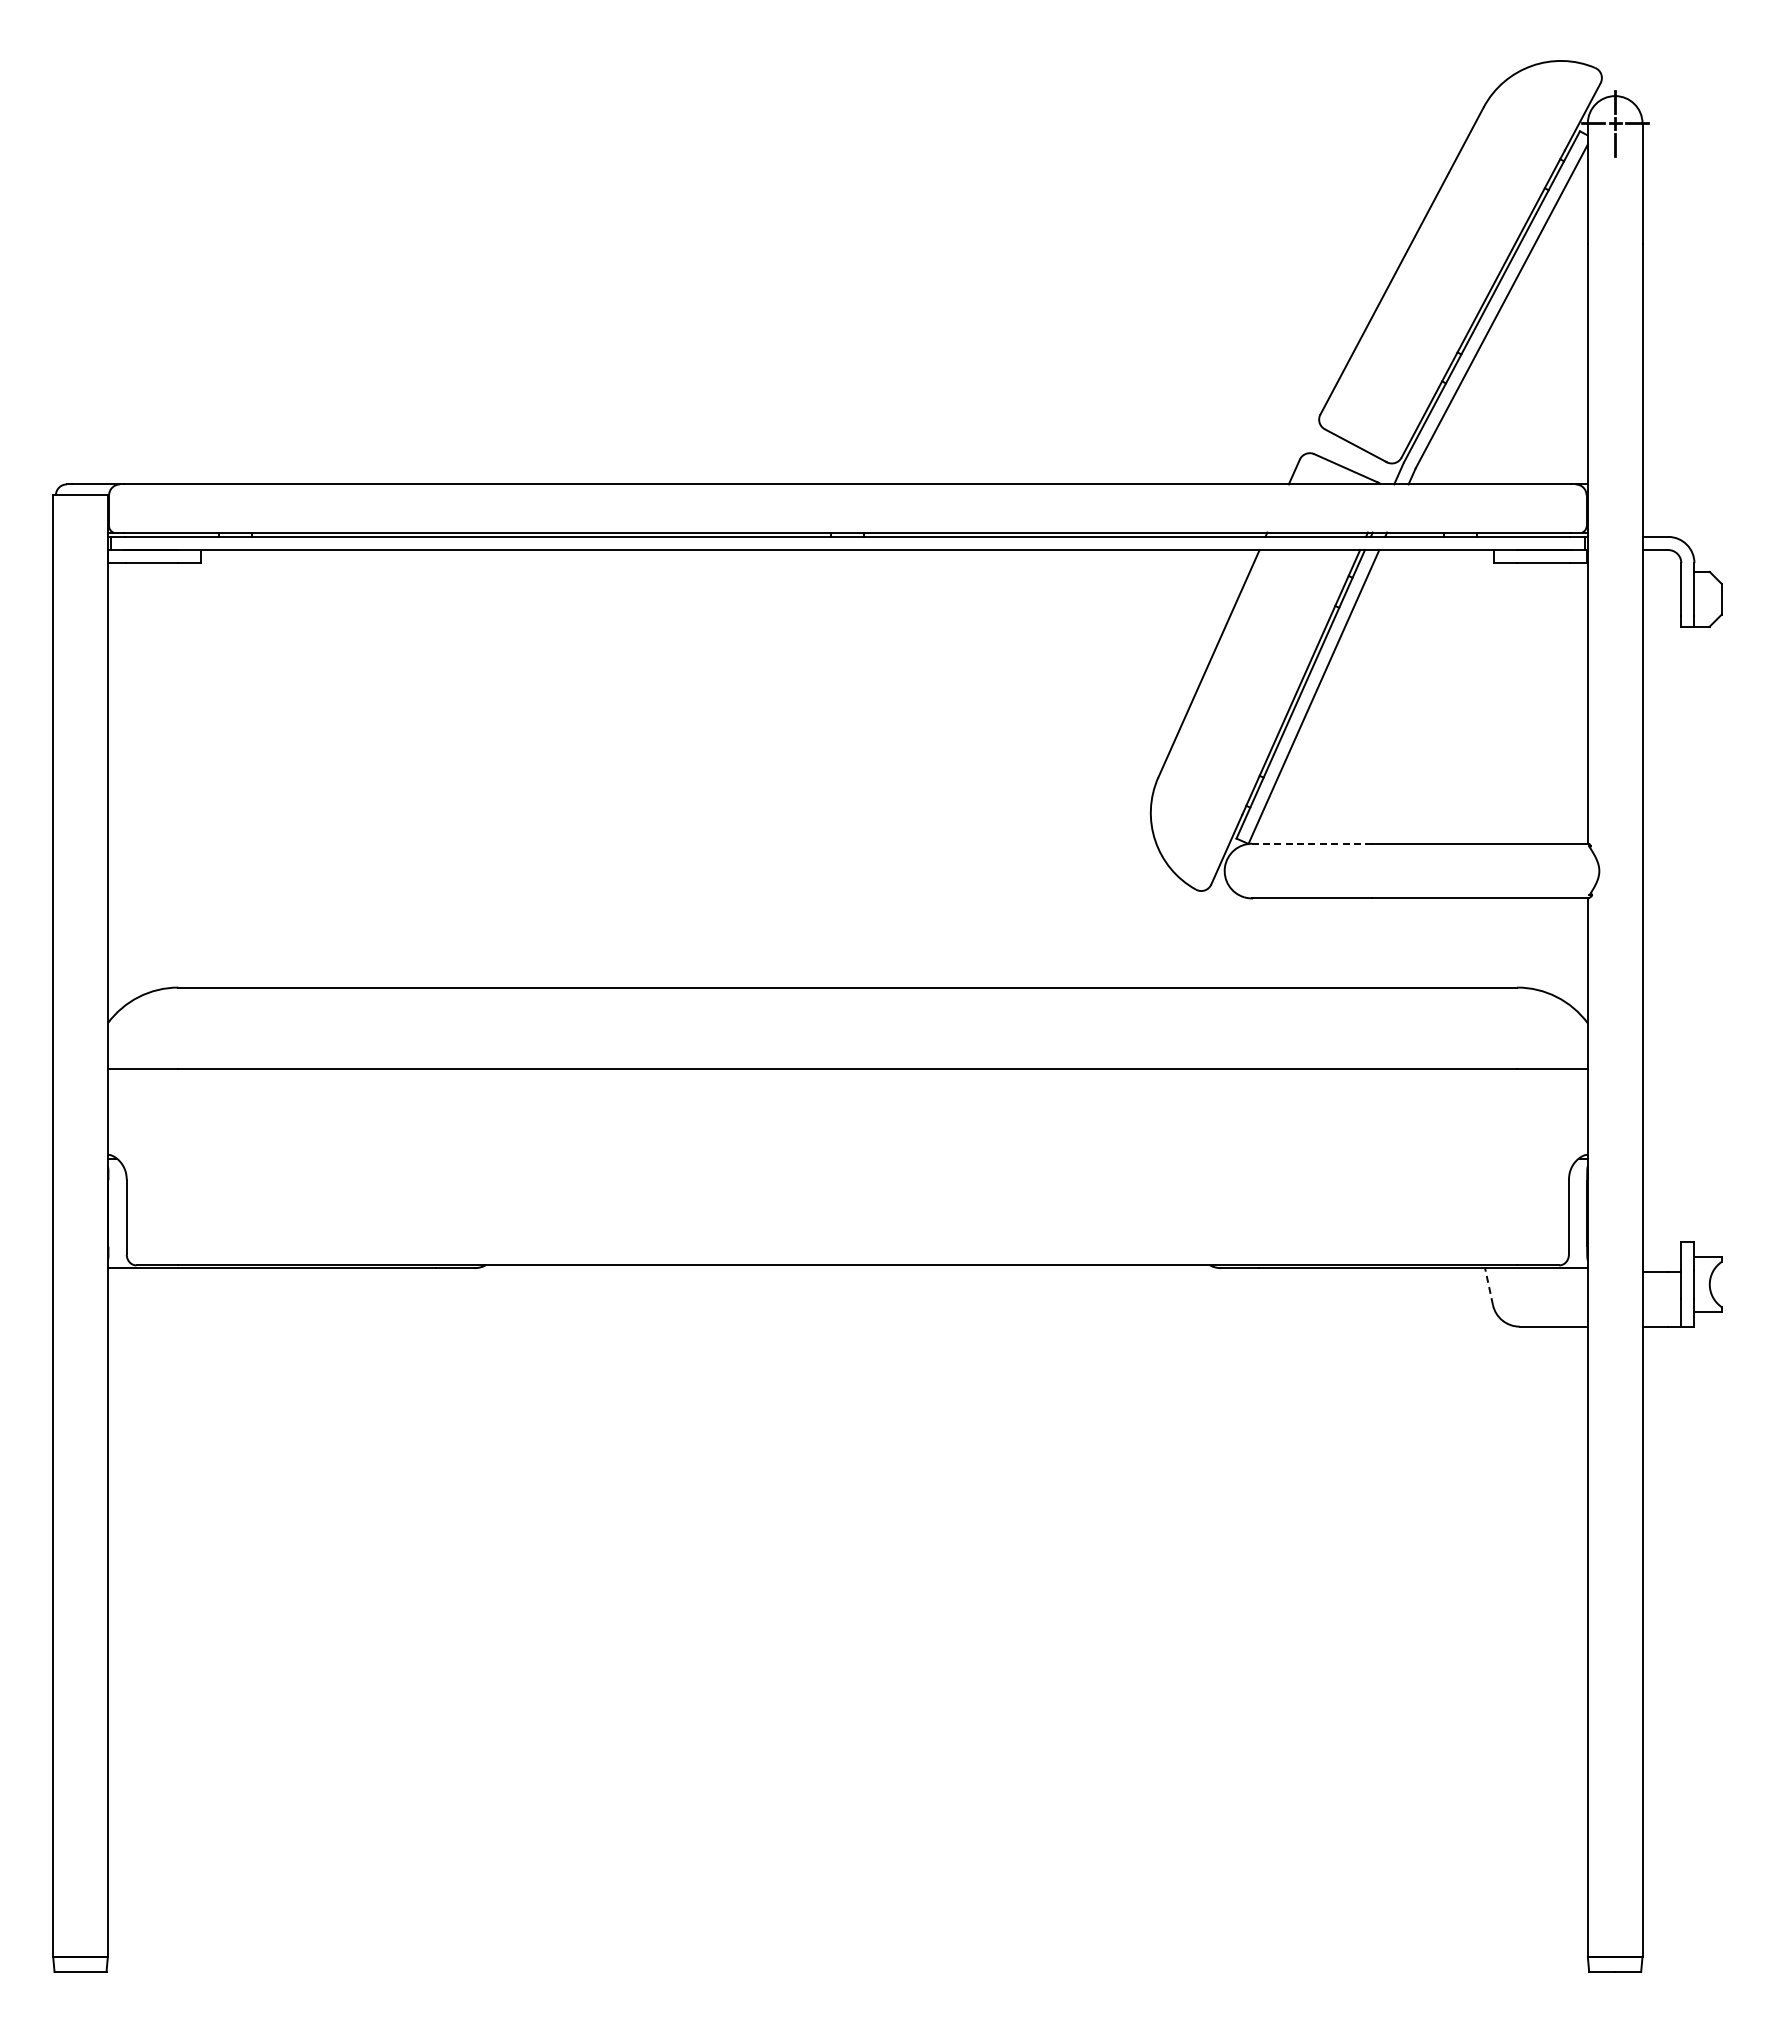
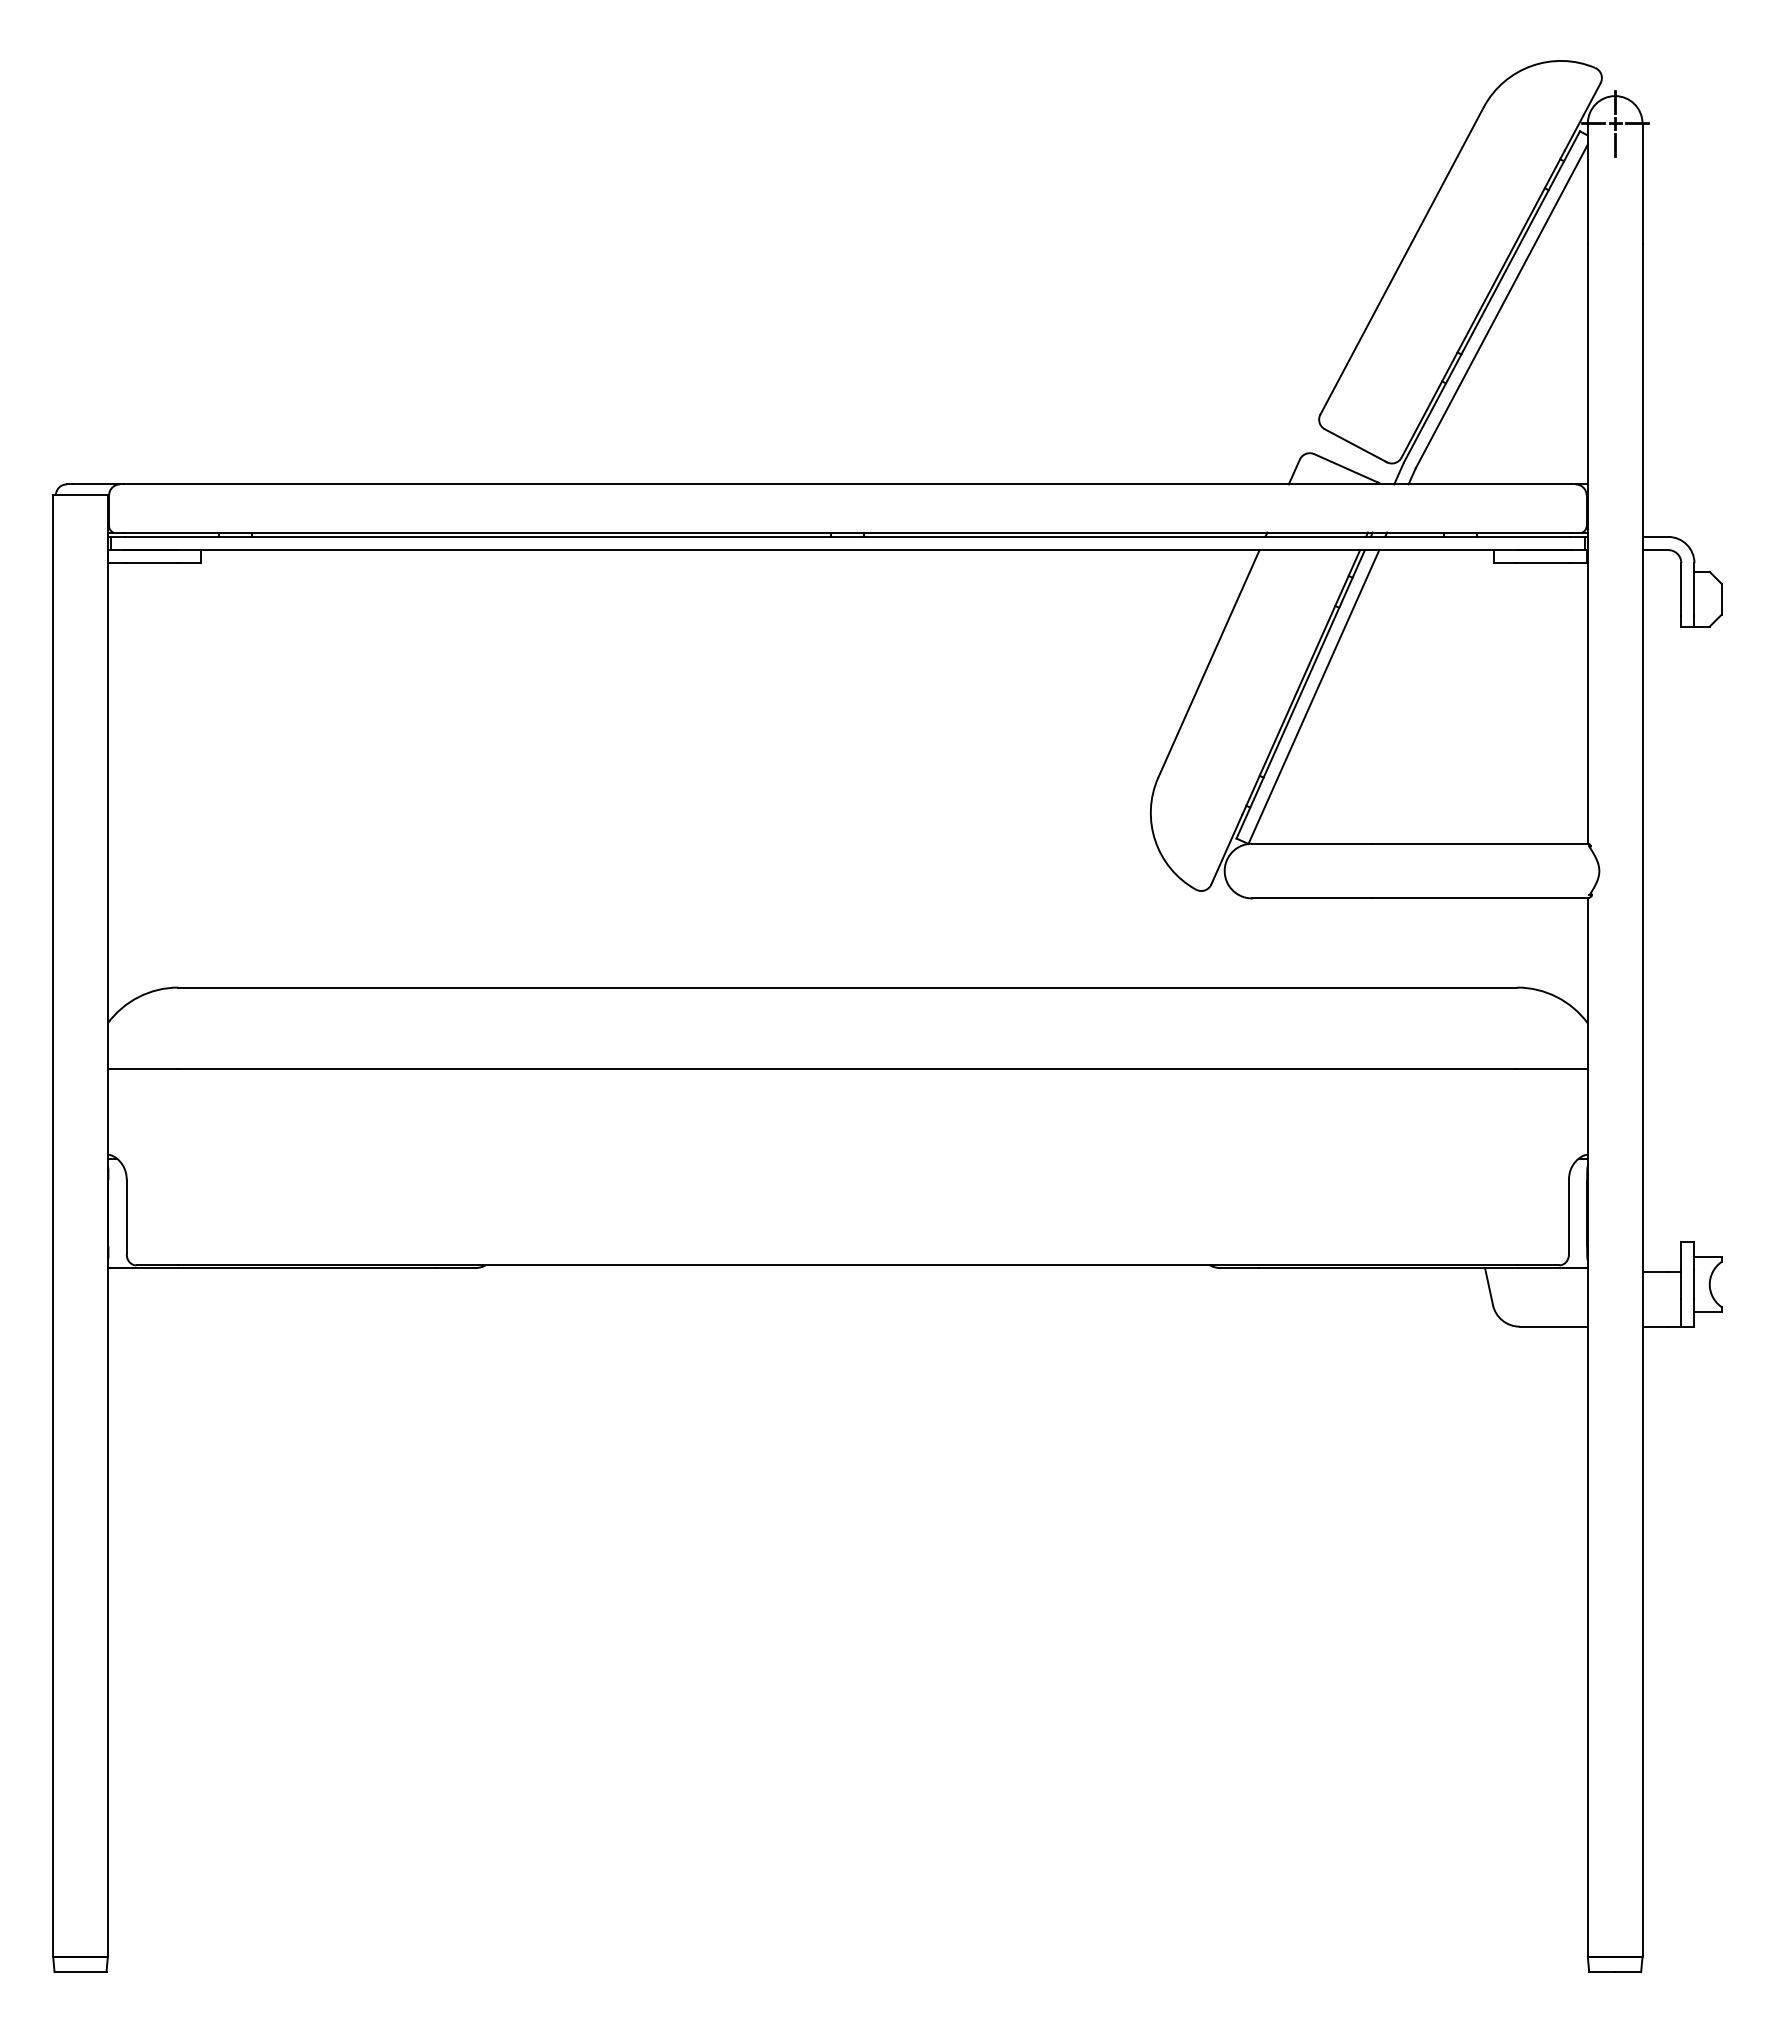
line at (1311, 843): dashed -> solid
line at (1489, 1286): dashed -> solid
